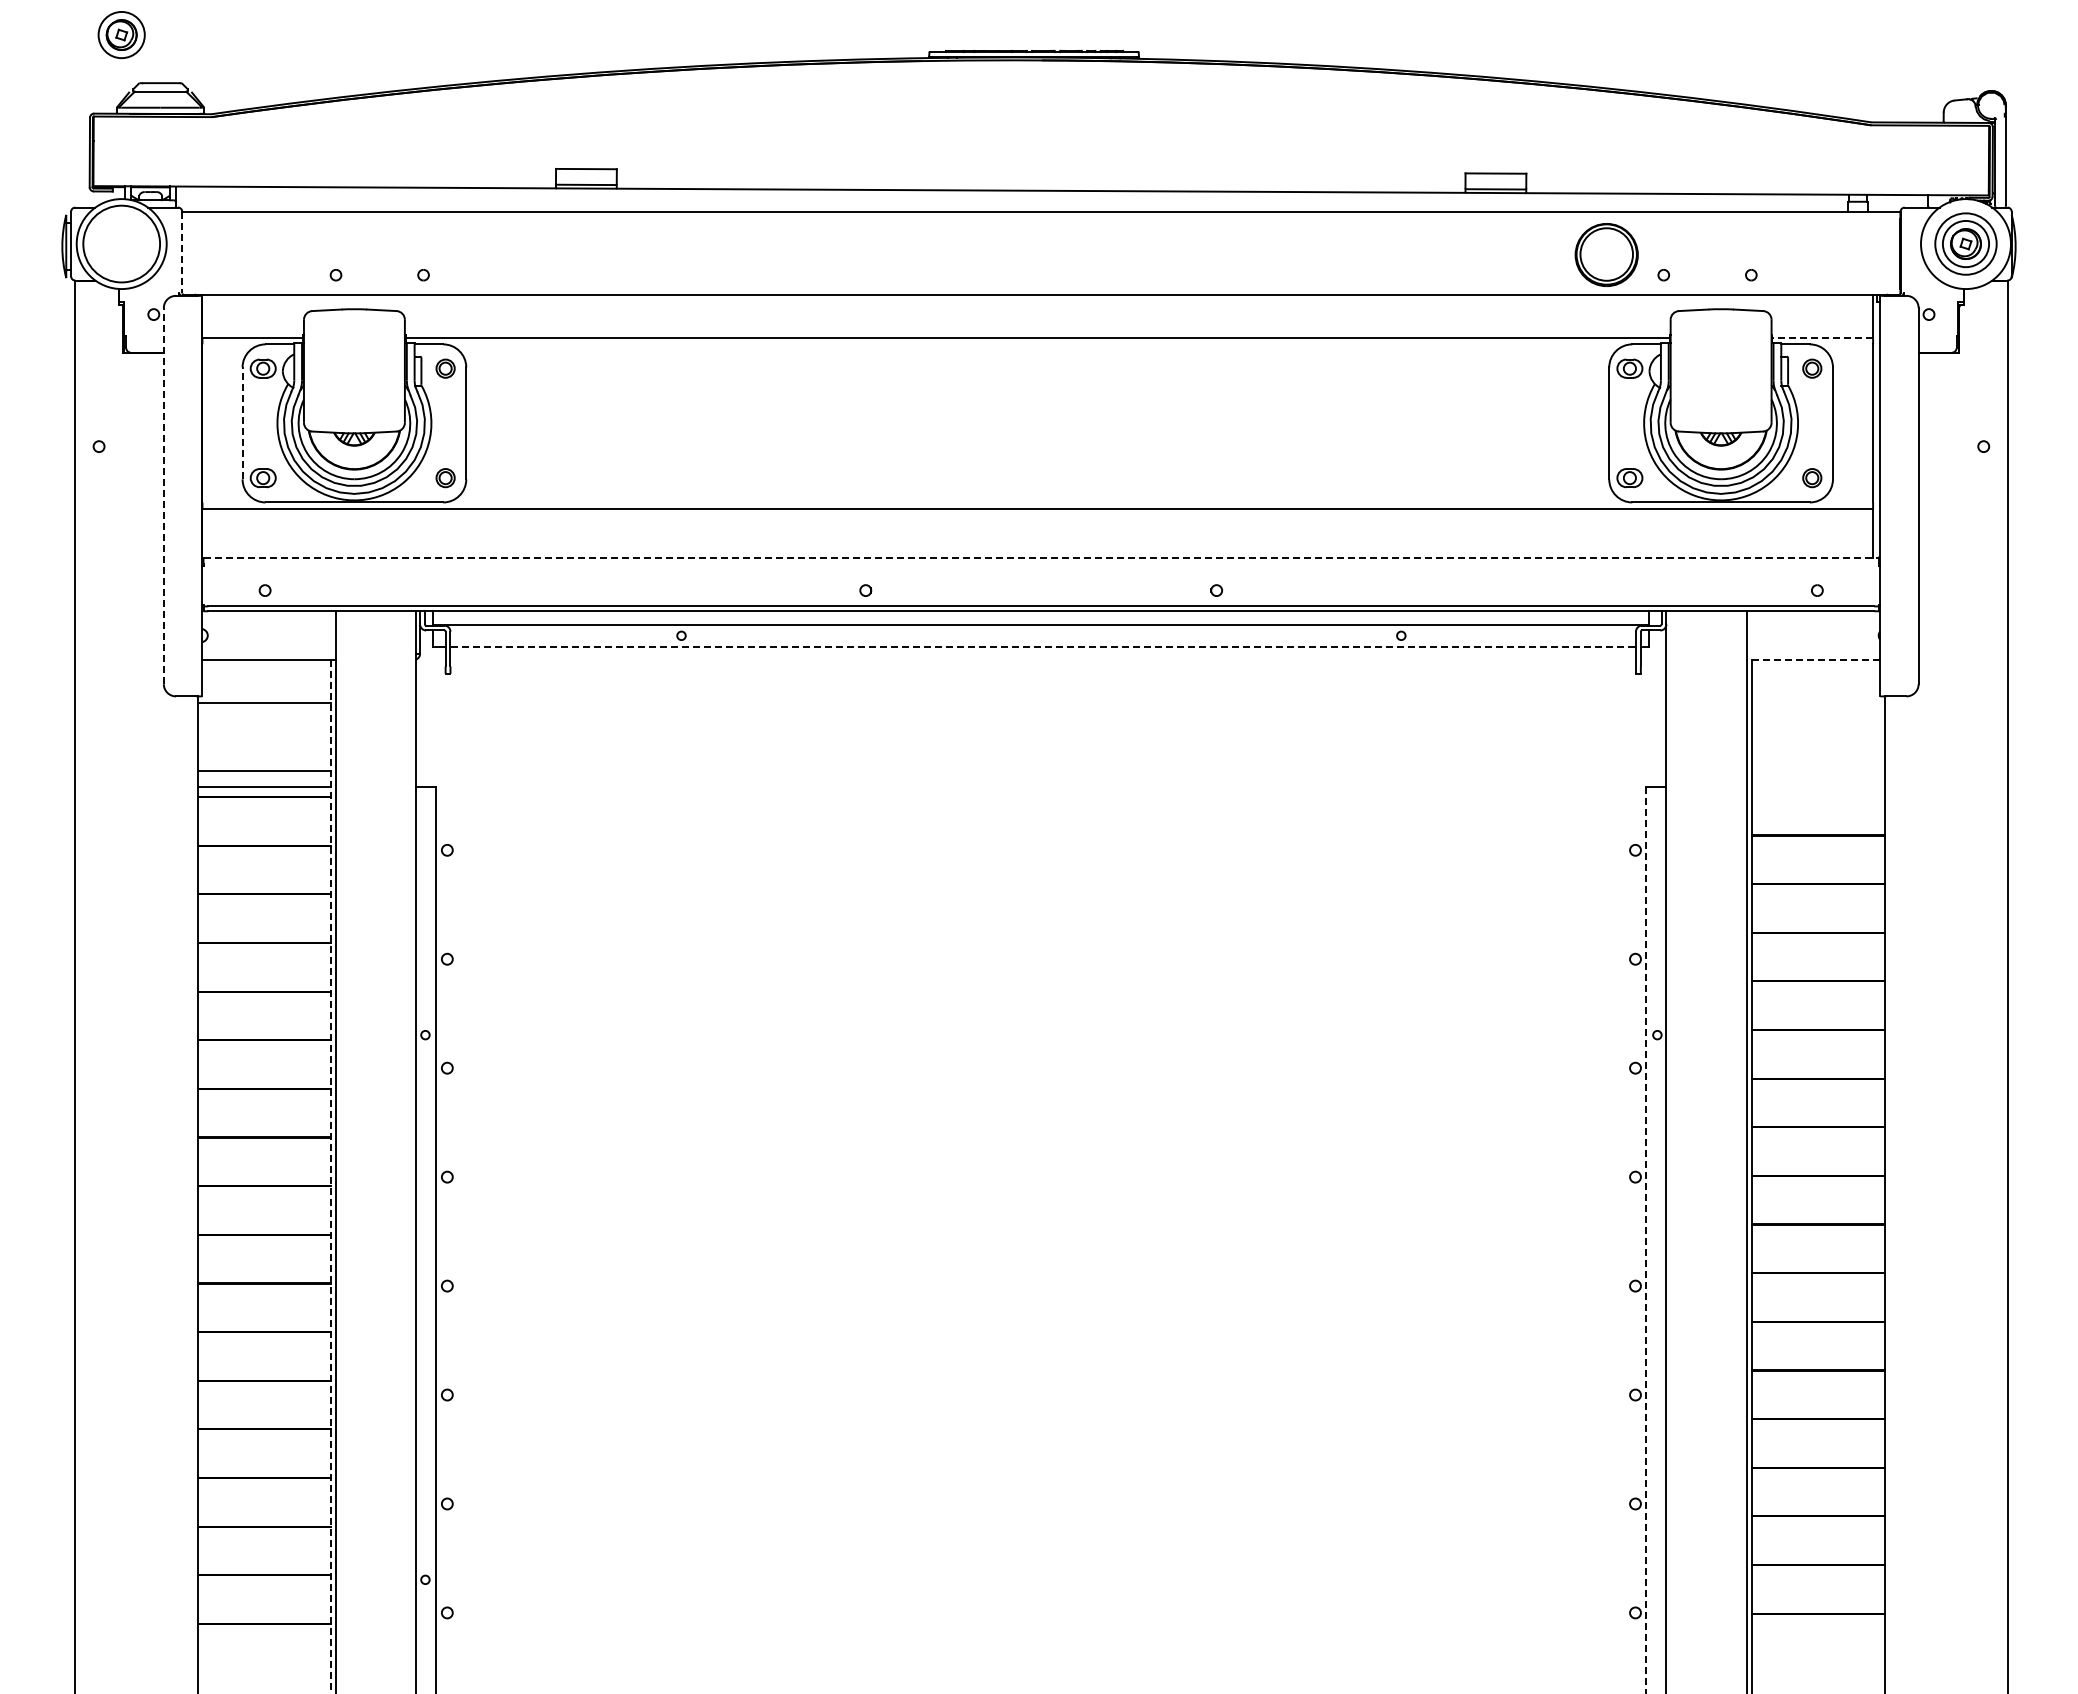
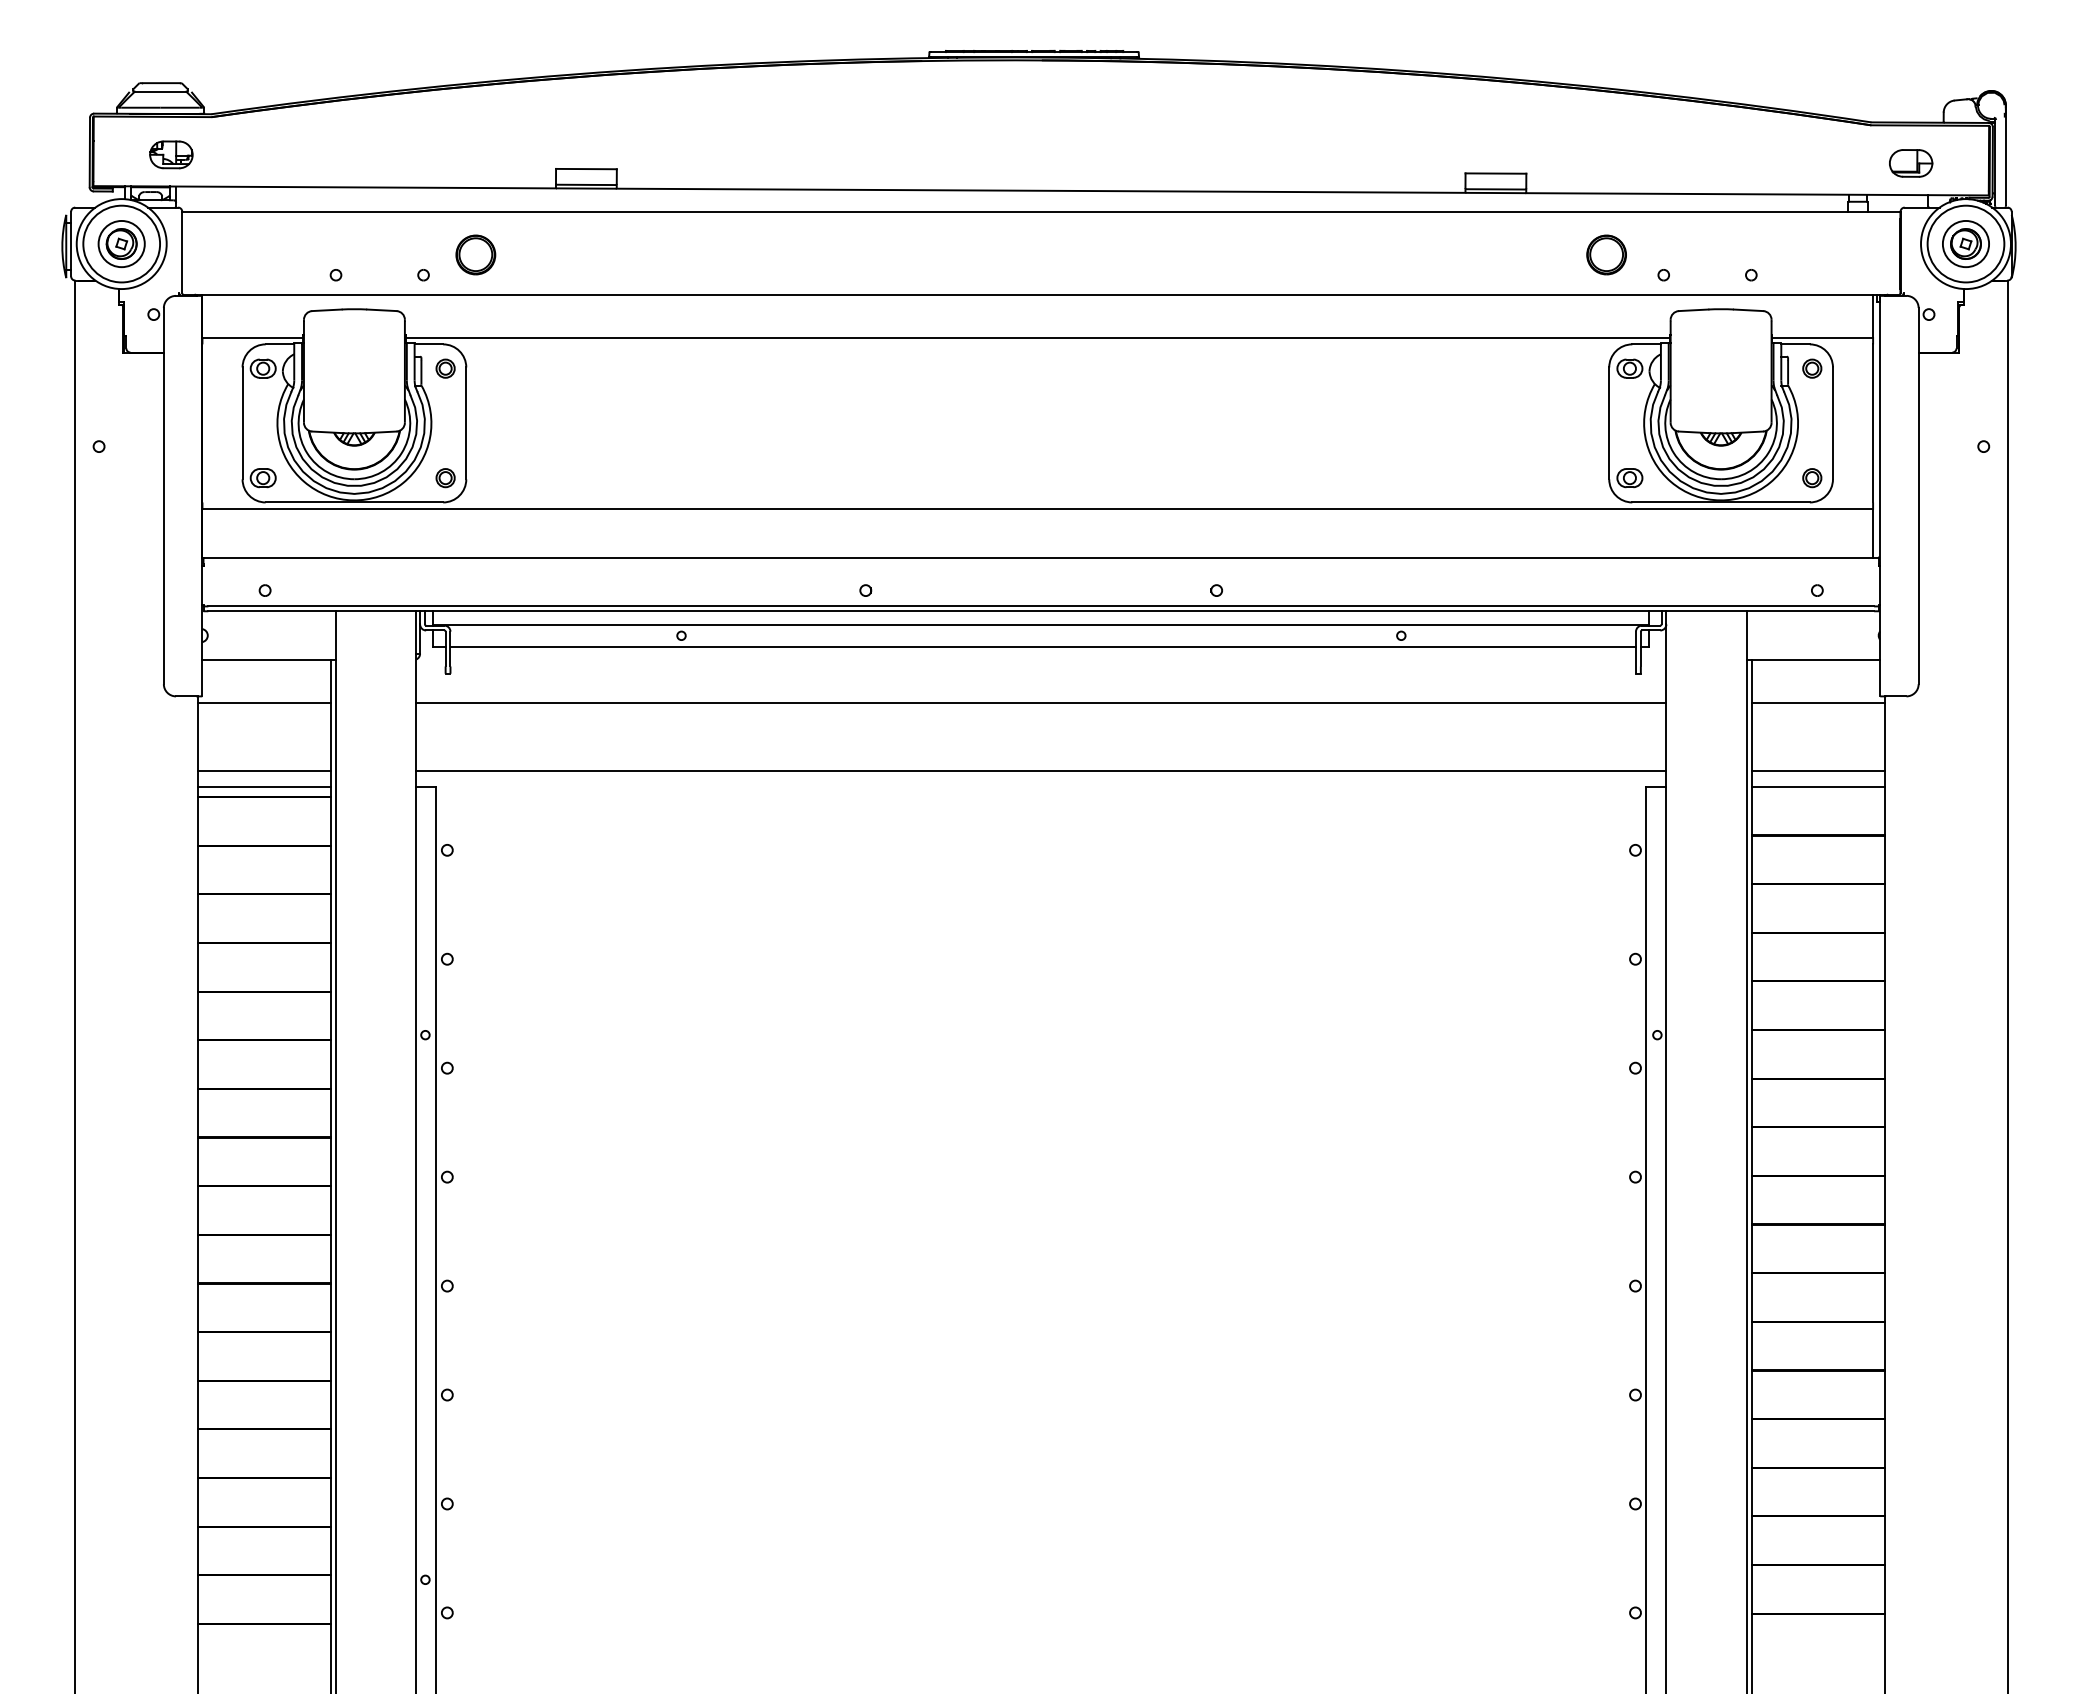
part at (121, 35) position: (121, 35) -> (121, 244)
part at (171, 154): none -> present
part at (1911, 163): none -> present
circle at (1965, 243) diameter: 61 px -> 77 px
line at (182, 252): dashed -> solid
part at (475, 254): none -> present
part at (1606, 254) size: 65x64 px -> 41x42 px
line at (1822, 338): dashed -> solid
line at (242, 423): dashed -> solid
line at (163, 495): dashed -> solid
line at (1041, 557): dashed -> solid
line at (1043, 646): dashed -> solid
line at (1813, 659): dashed -> solid
line at (1041, 703): none -> present
line at (1818, 703): none -> present
line at (1041, 771): none -> present
line at (1818, 771): none -> present
line at (1818, 787): none -> present
line at (331, 1176): dashed -> solid
line at (1646, 1240): dashed -> solid
